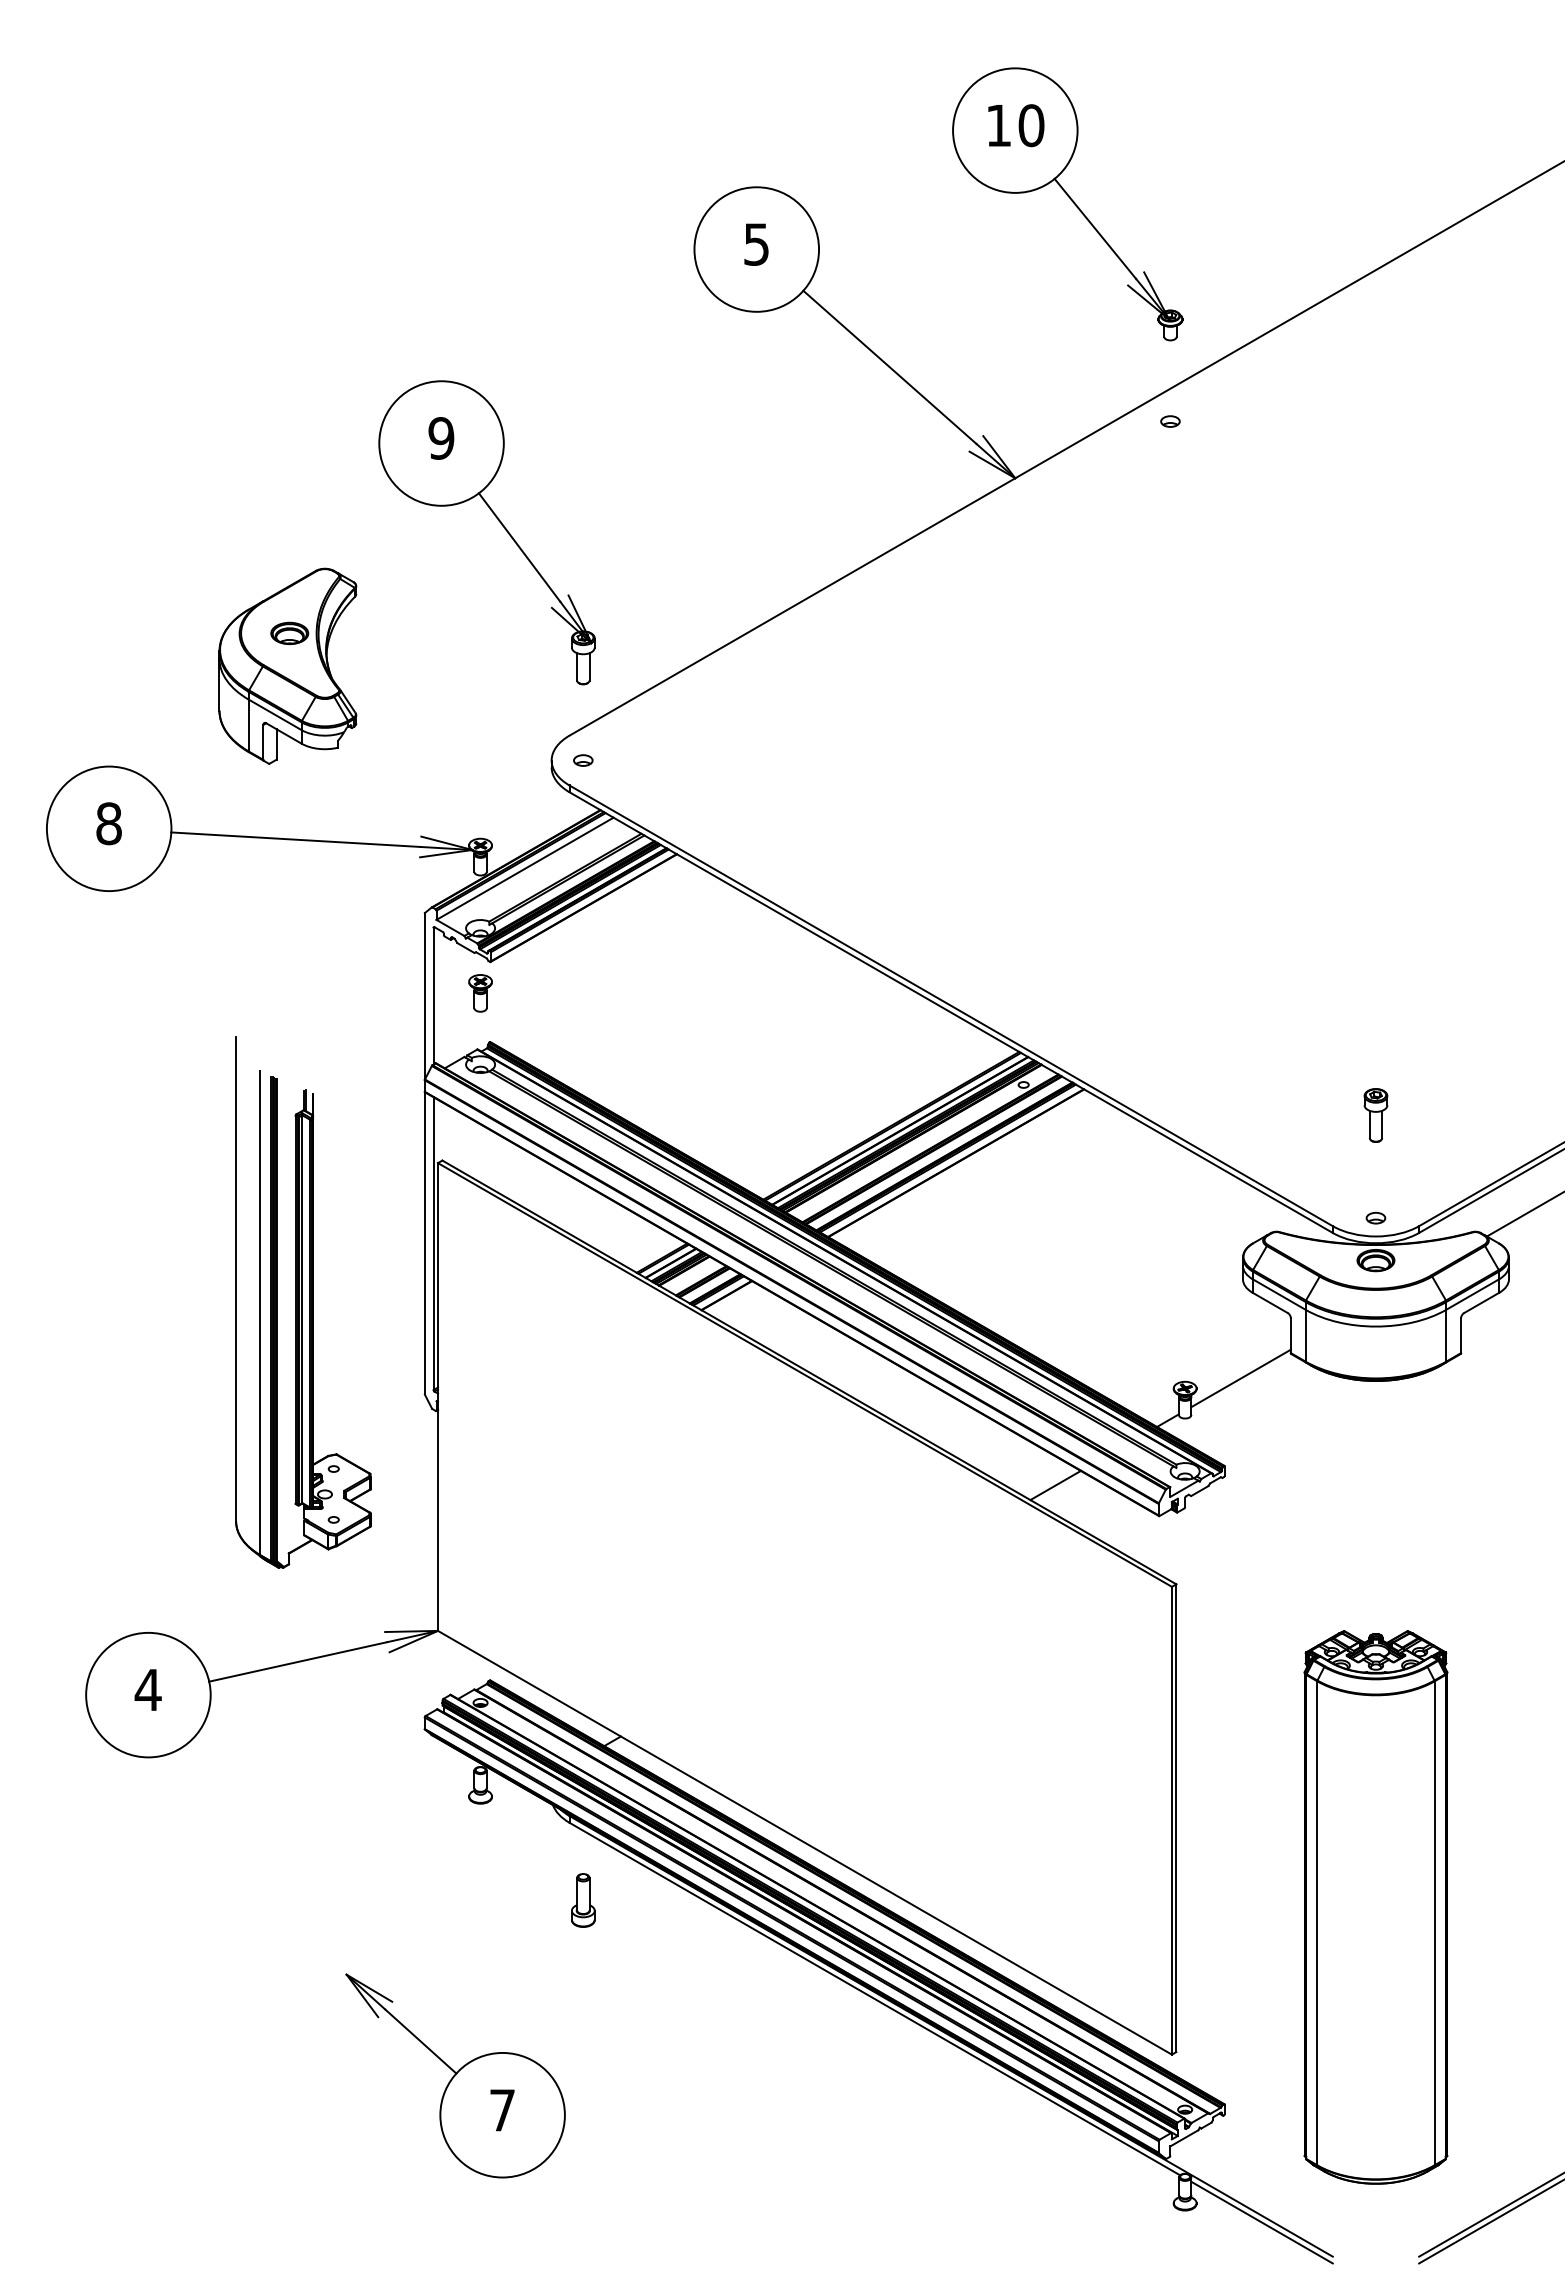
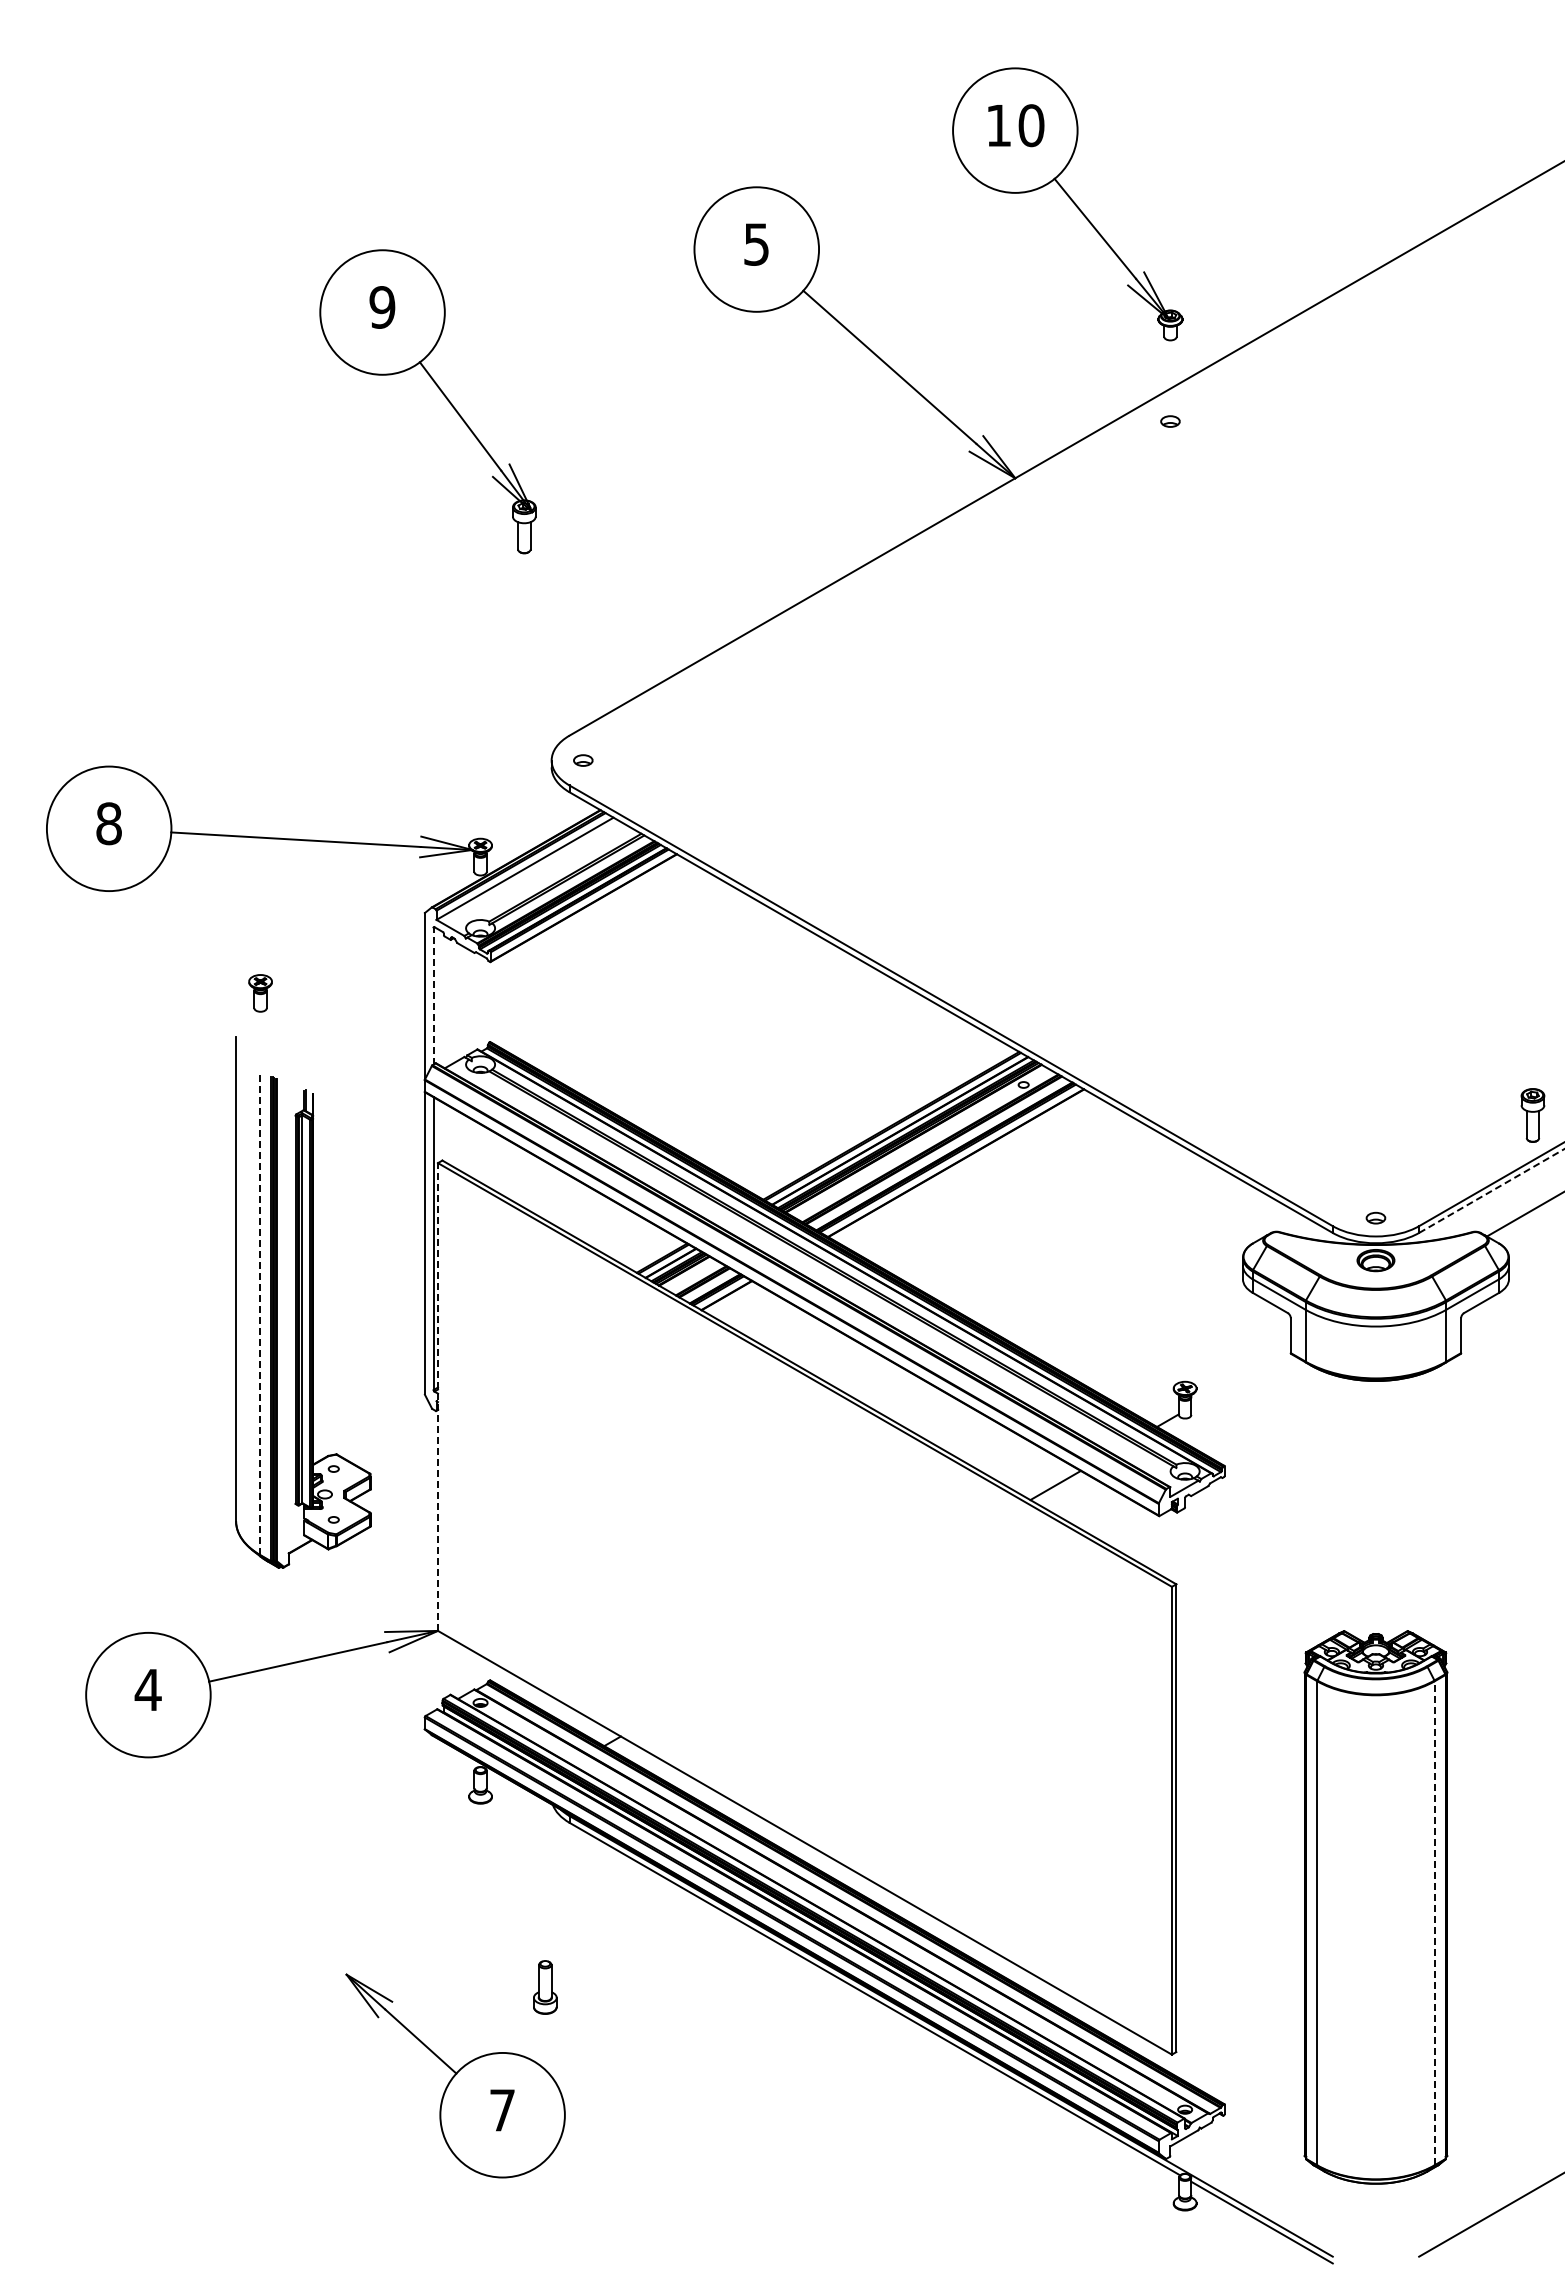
part at (498, 521) position: (498, 521) -> (439, 390)
part at (287, 665): present -> none
part at (480, 993) position: (480, 993) -> (260, 993)
line at (433, 995): solid -> dashed
part at (1375, 1115) position: (1375, 1115) -> (1532, 1115)
line at (1491, 1190): solid -> dashed
line at (260, 1312): solid -> dashed
line at (1240, 1378): present -> none
line at (438, 1397): solid -> dashed
part at (583, 1900) position: (583, 1900) -> (545, 1987)
line at (1434, 1922): solid -> dashed
line at (1490, 2222): present -> none
